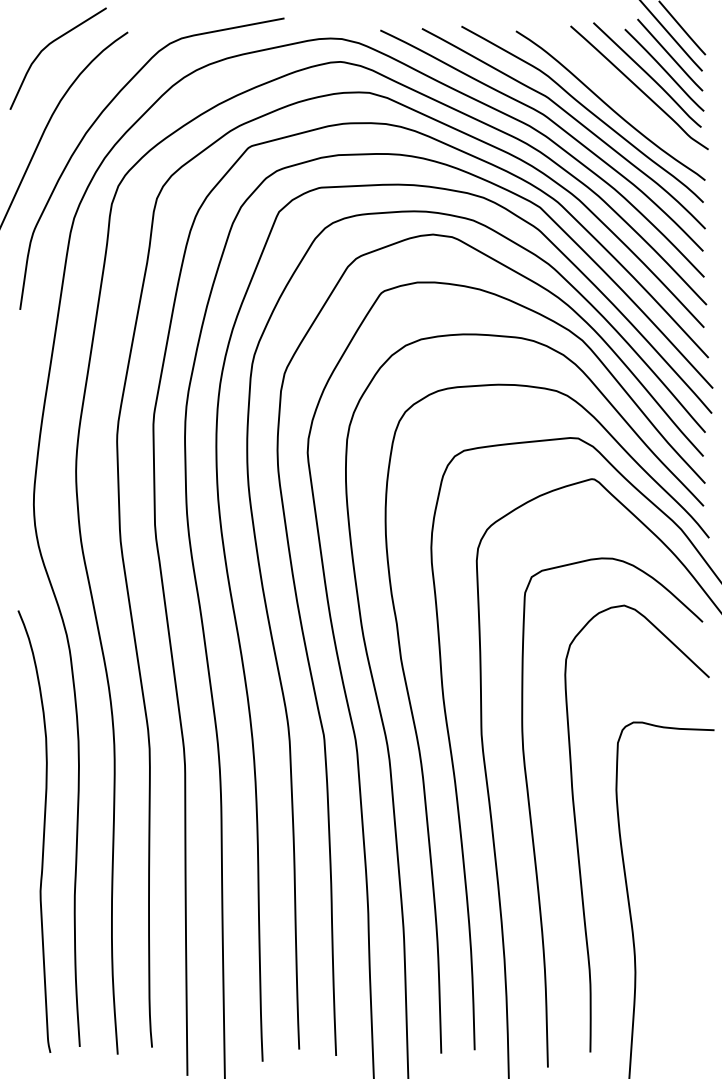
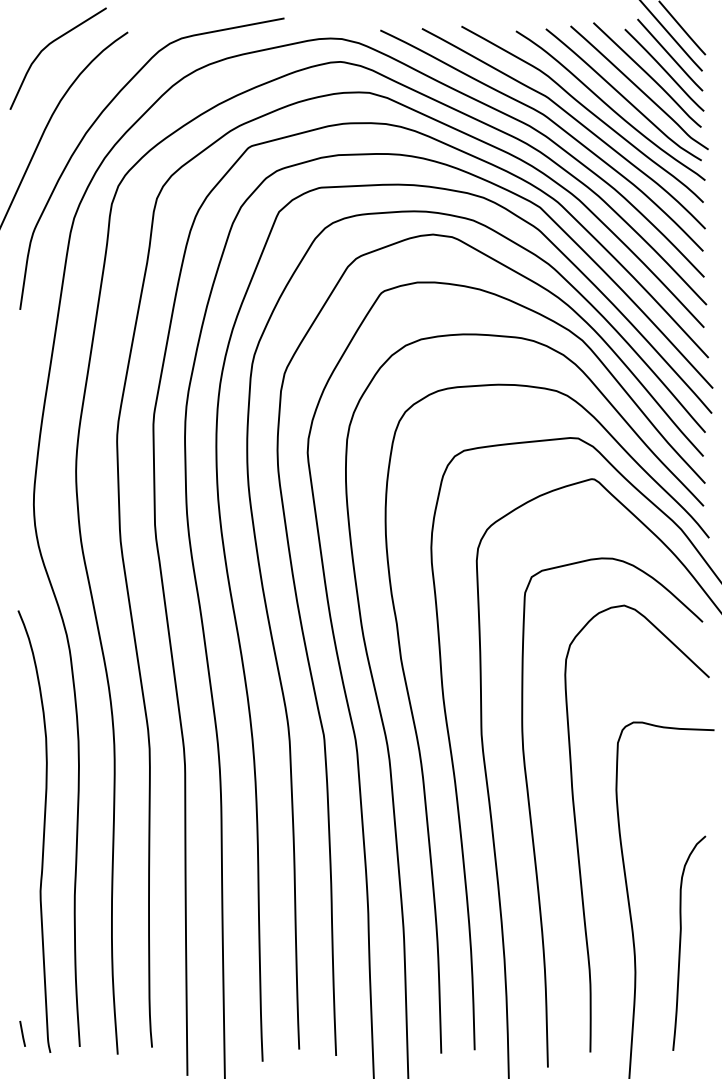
curve at (622, 94): none -> present
curve at (681, 942): none -> present
line at (22, 1033): none -> present
